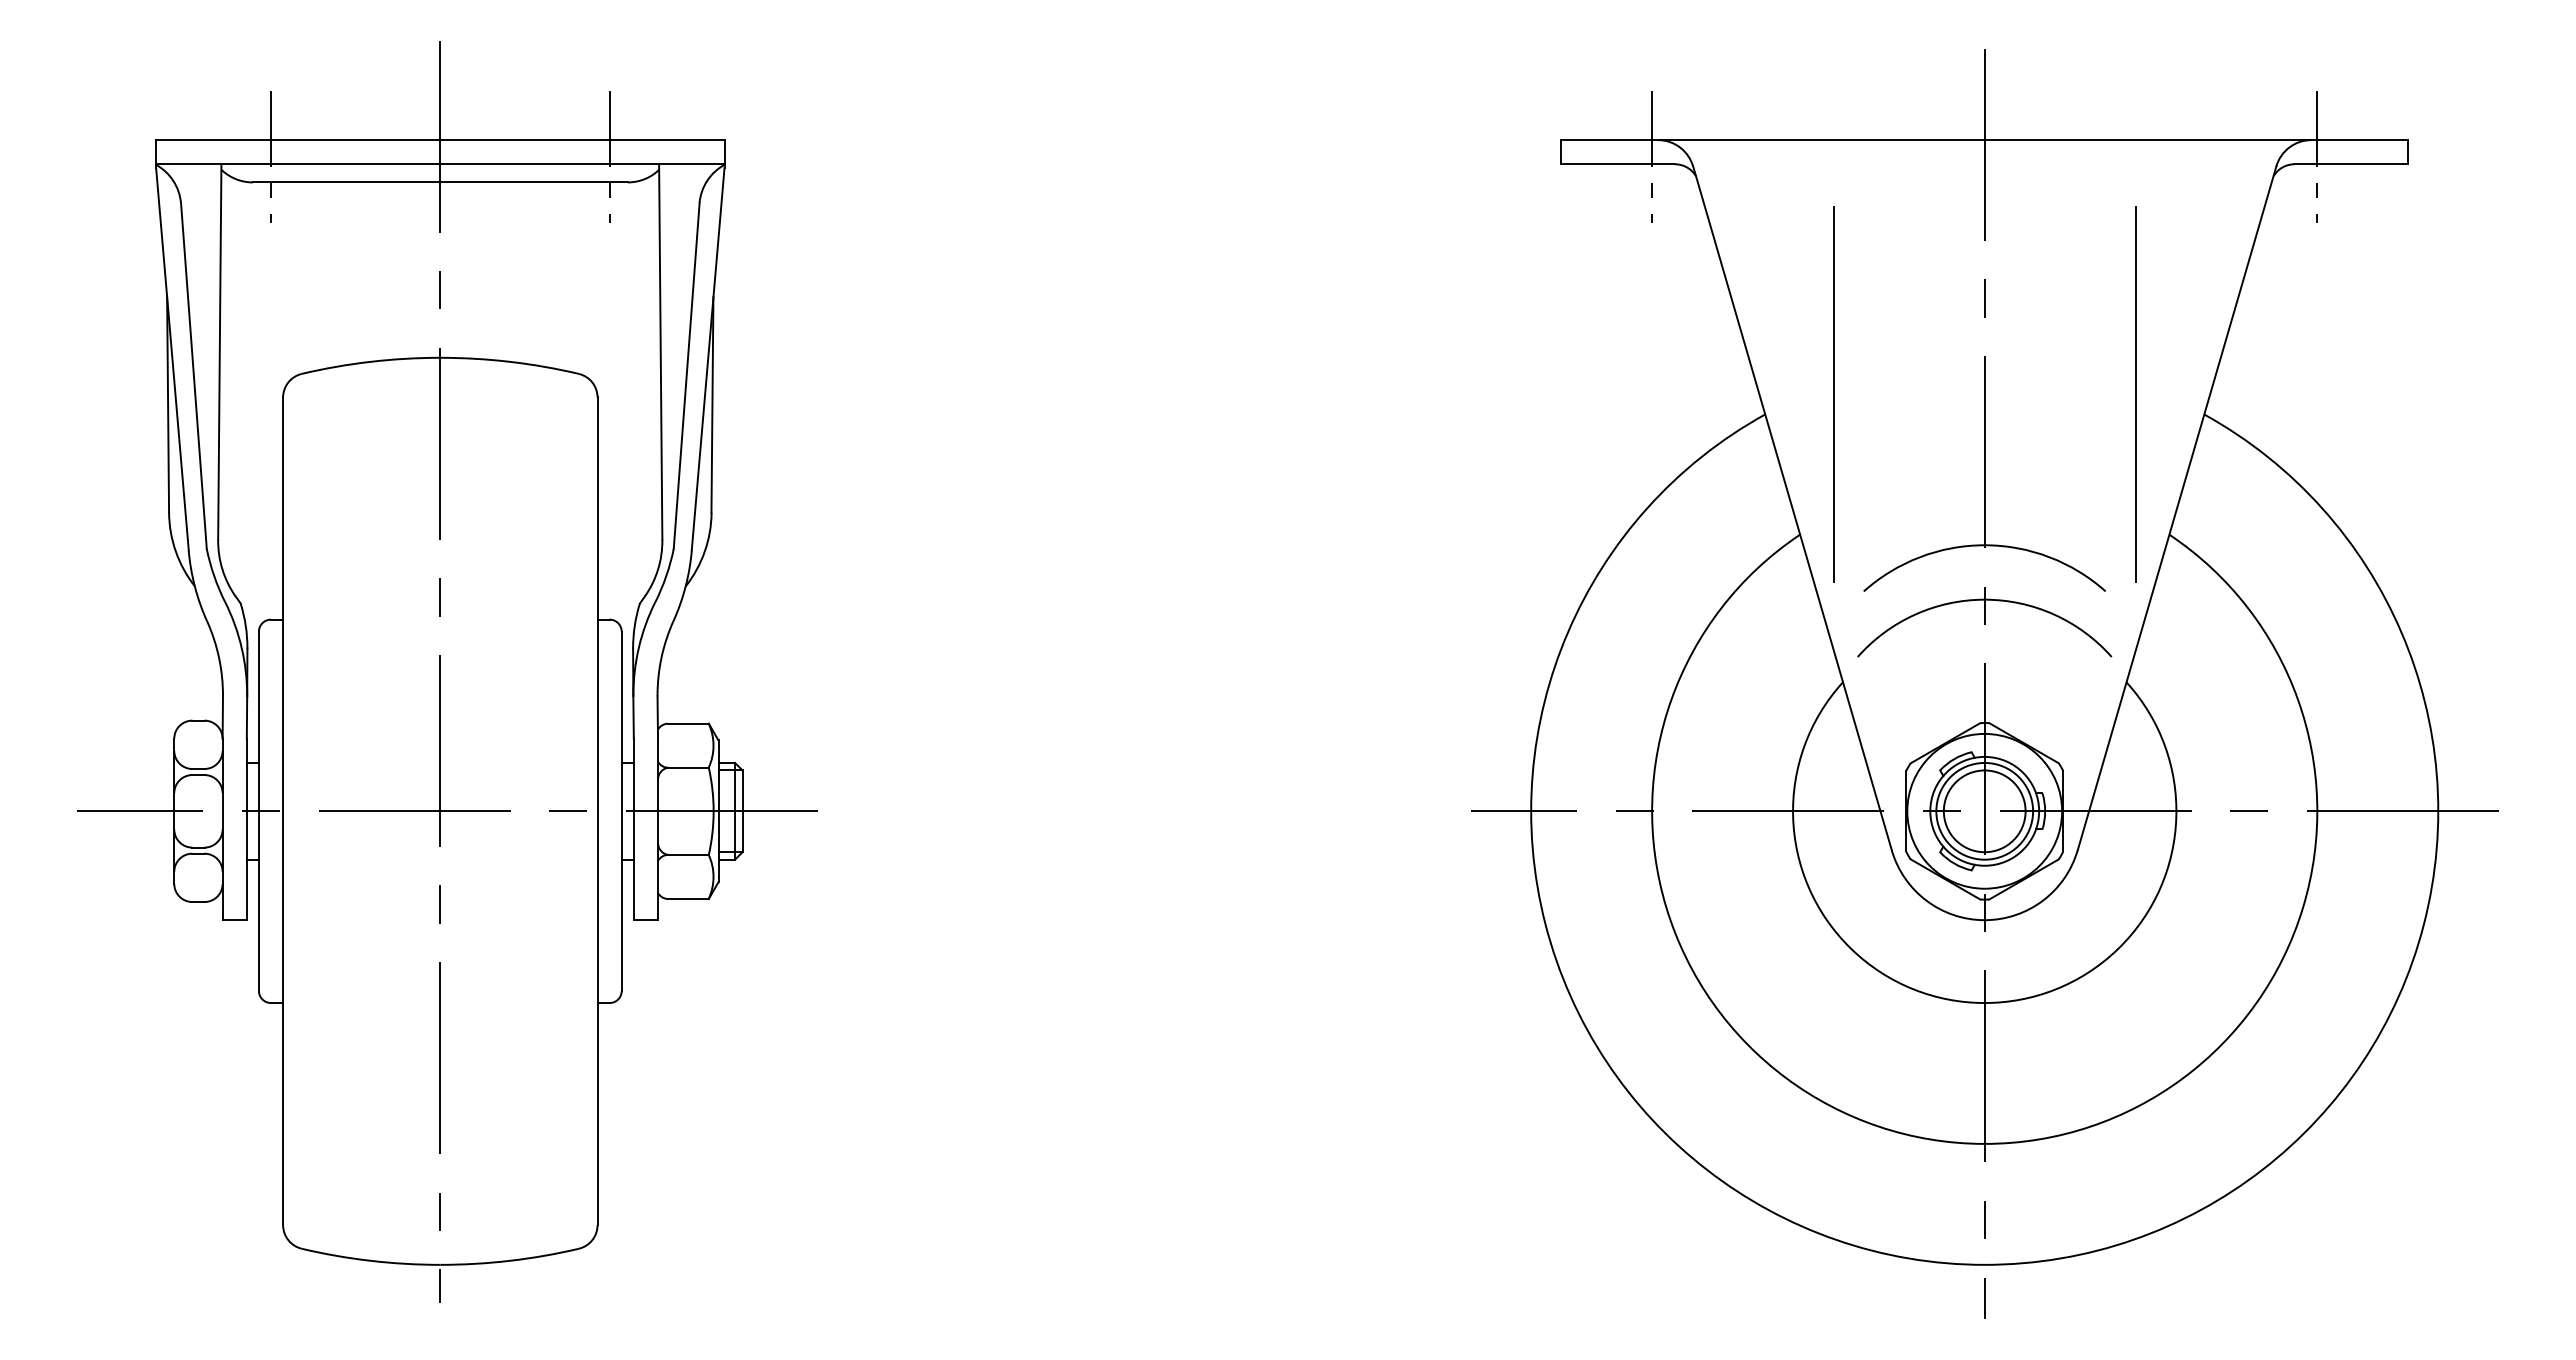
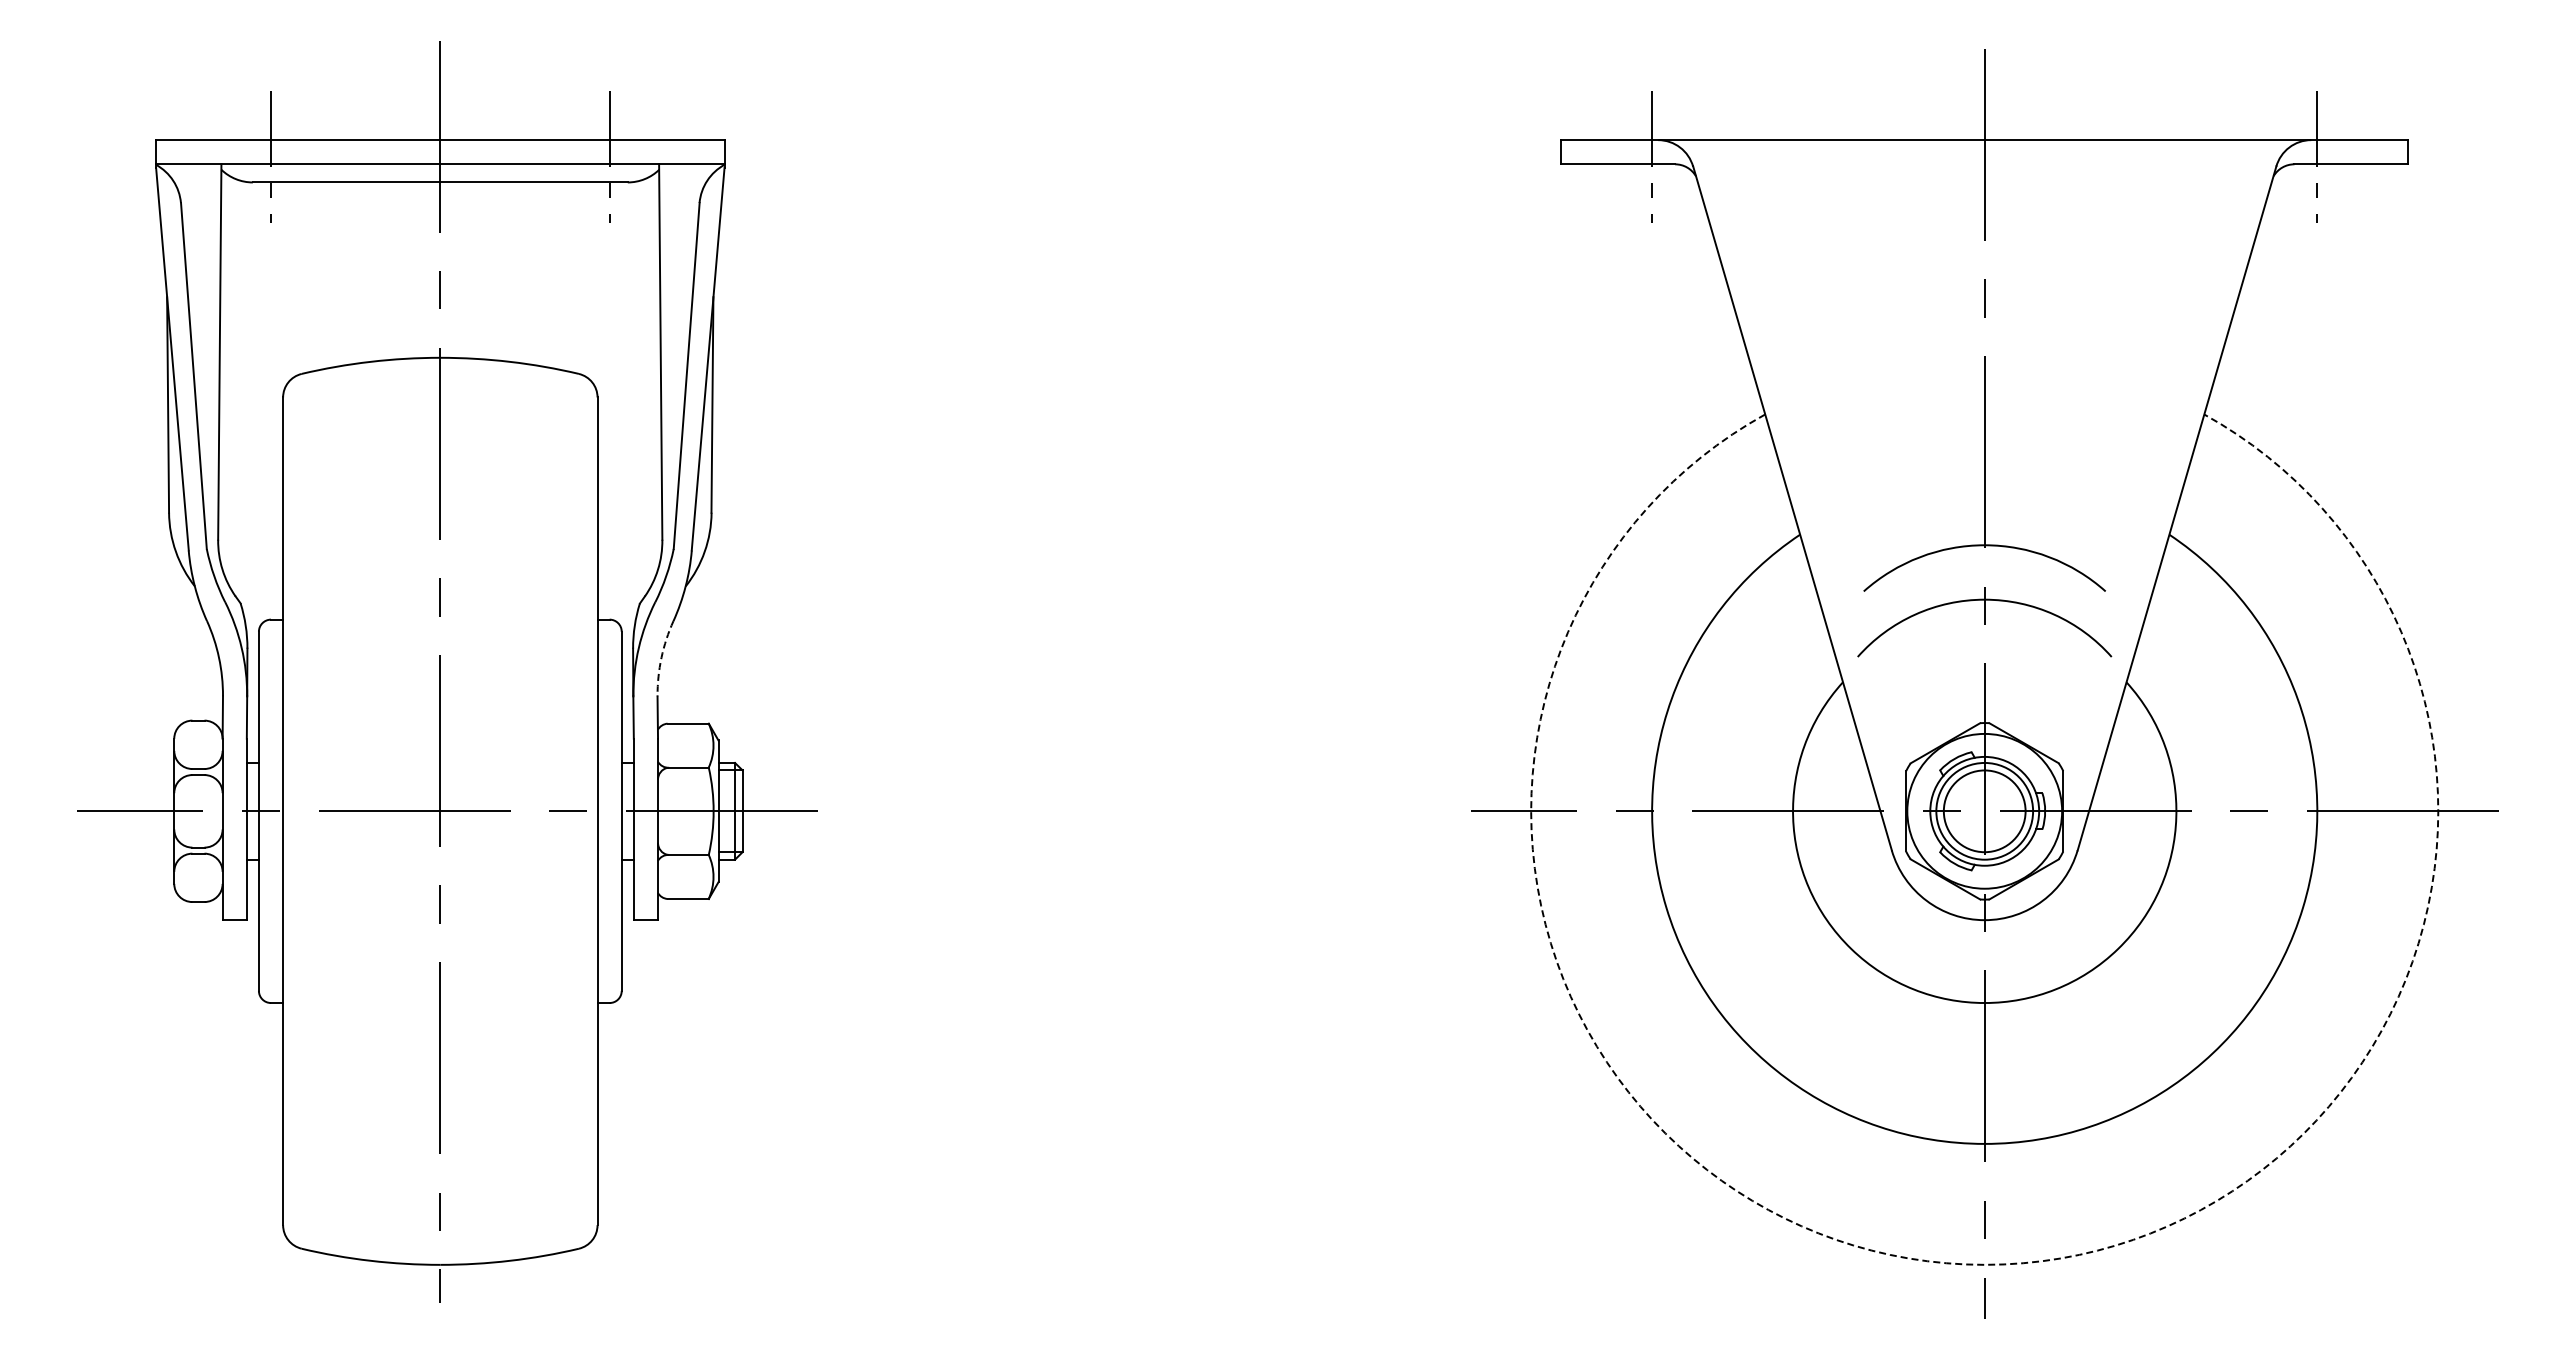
line at (2135, 393): present -> none
line at (1833, 394): present -> none
arc at (661, 657): solid -> dashed
arc at (1984, 1264): solid -> dashed
